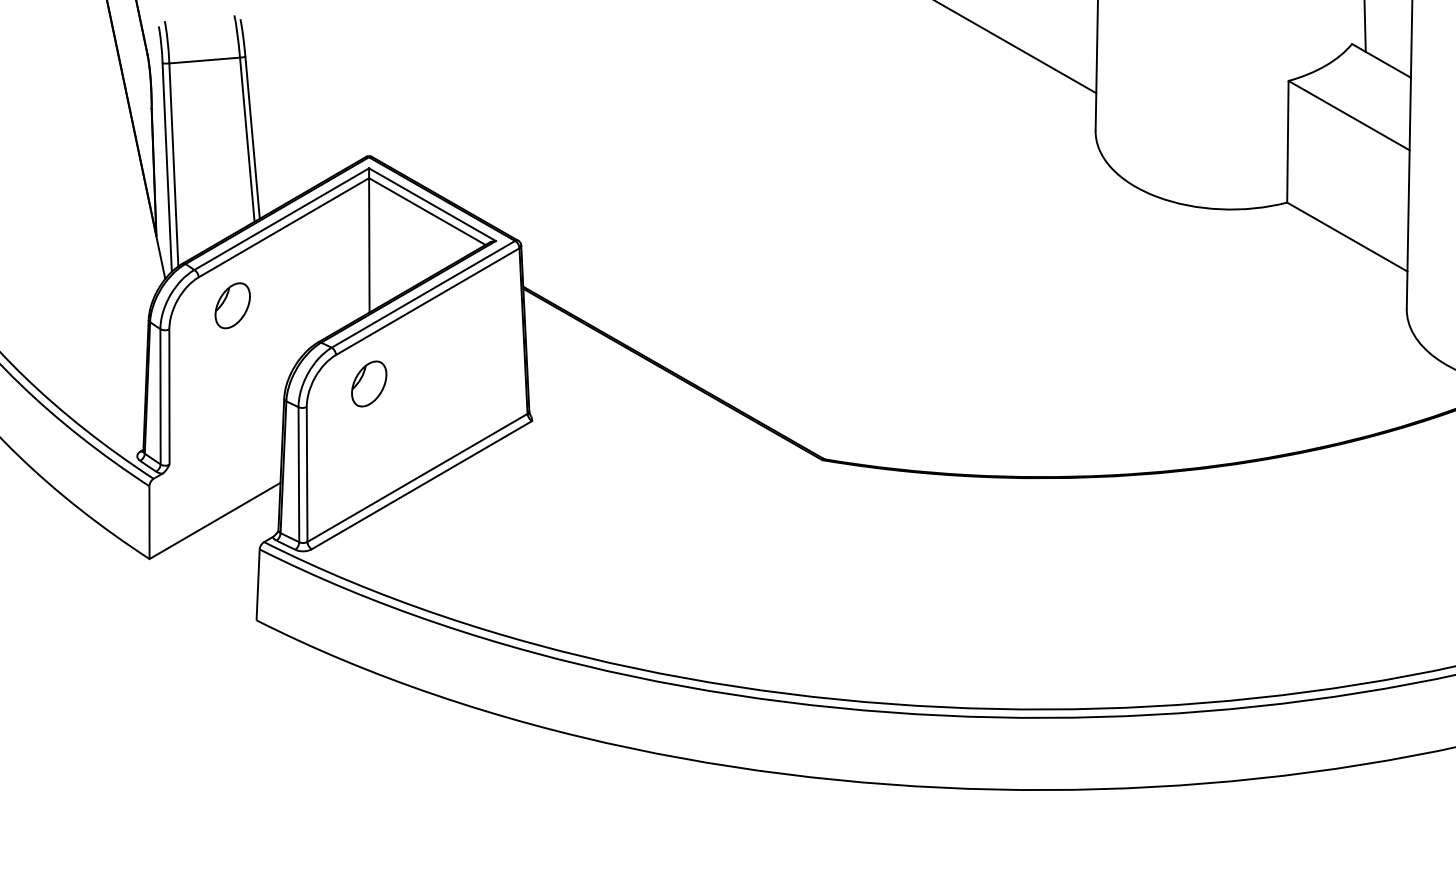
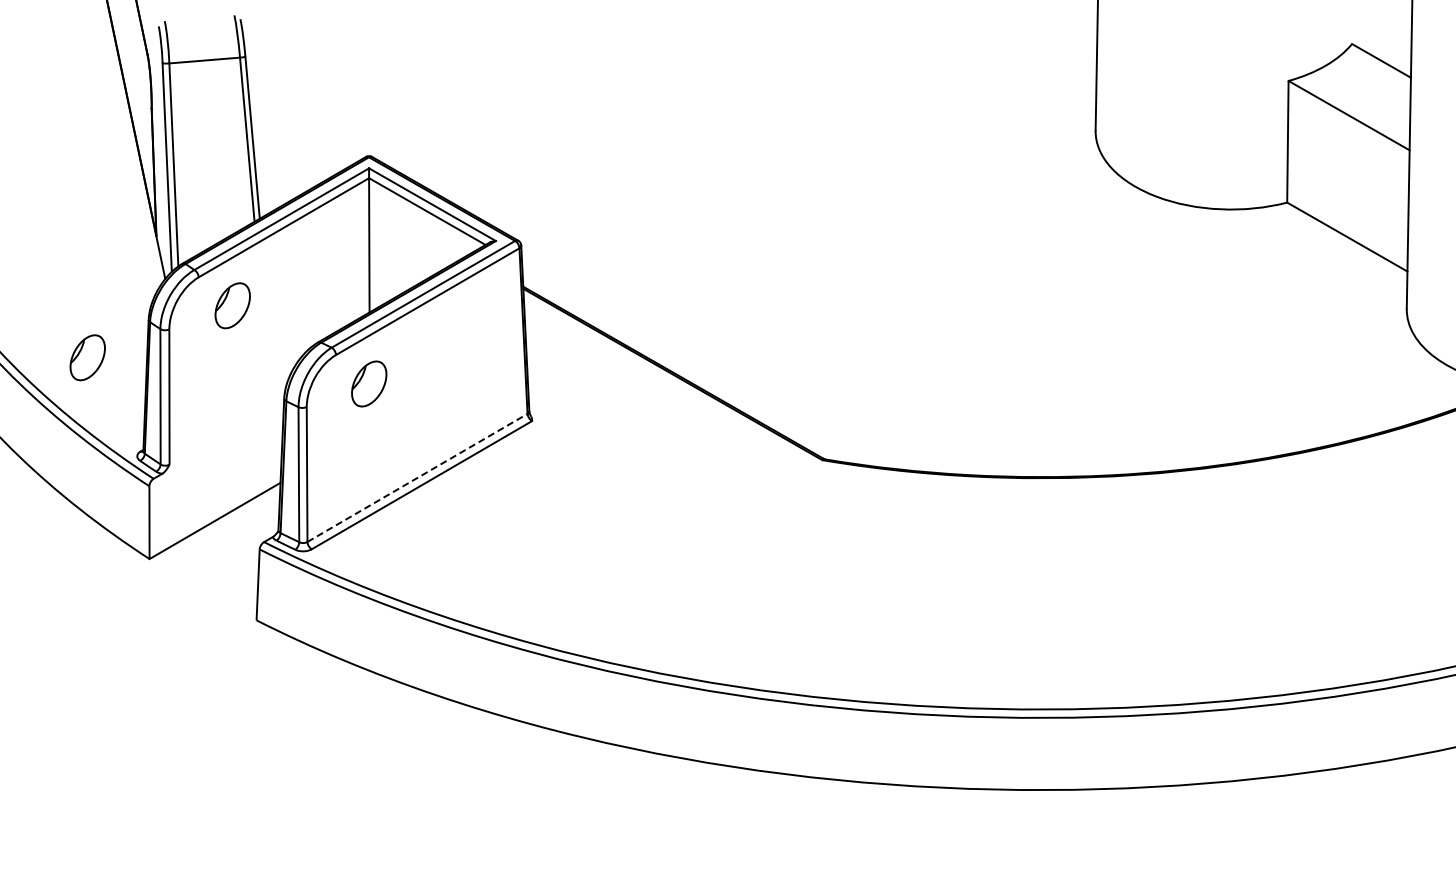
line at (1364, 26): present -> none
line at (1016, 47): present -> none
part at (87, 357): none -> present
line at (417, 477): solid -> dashed
